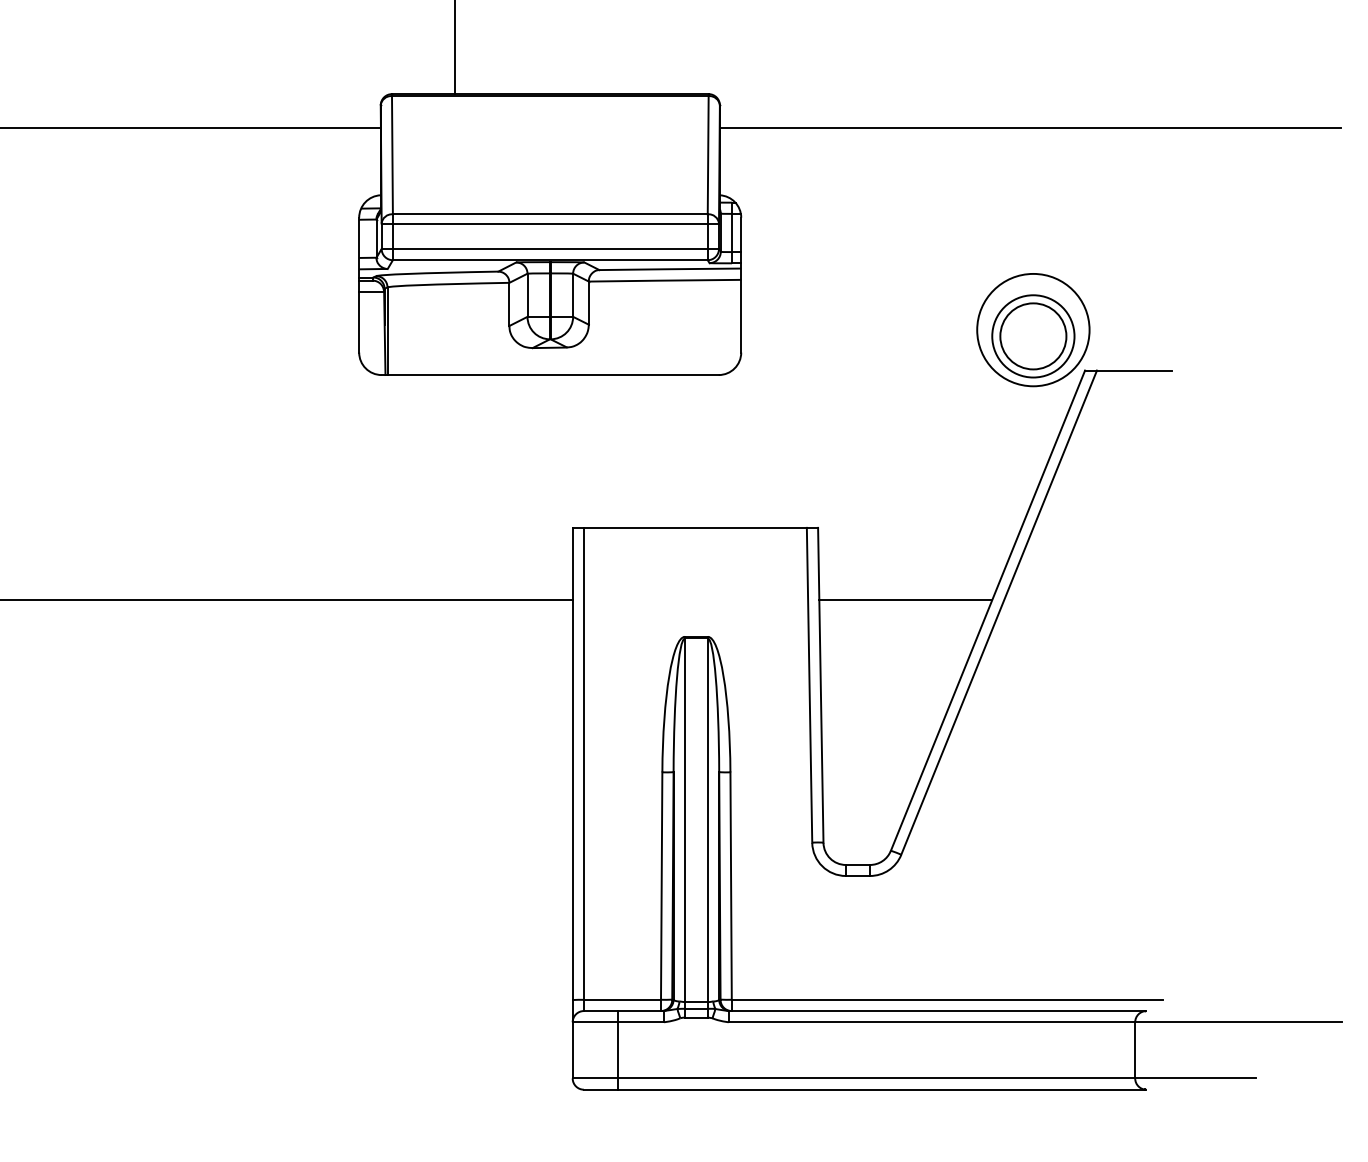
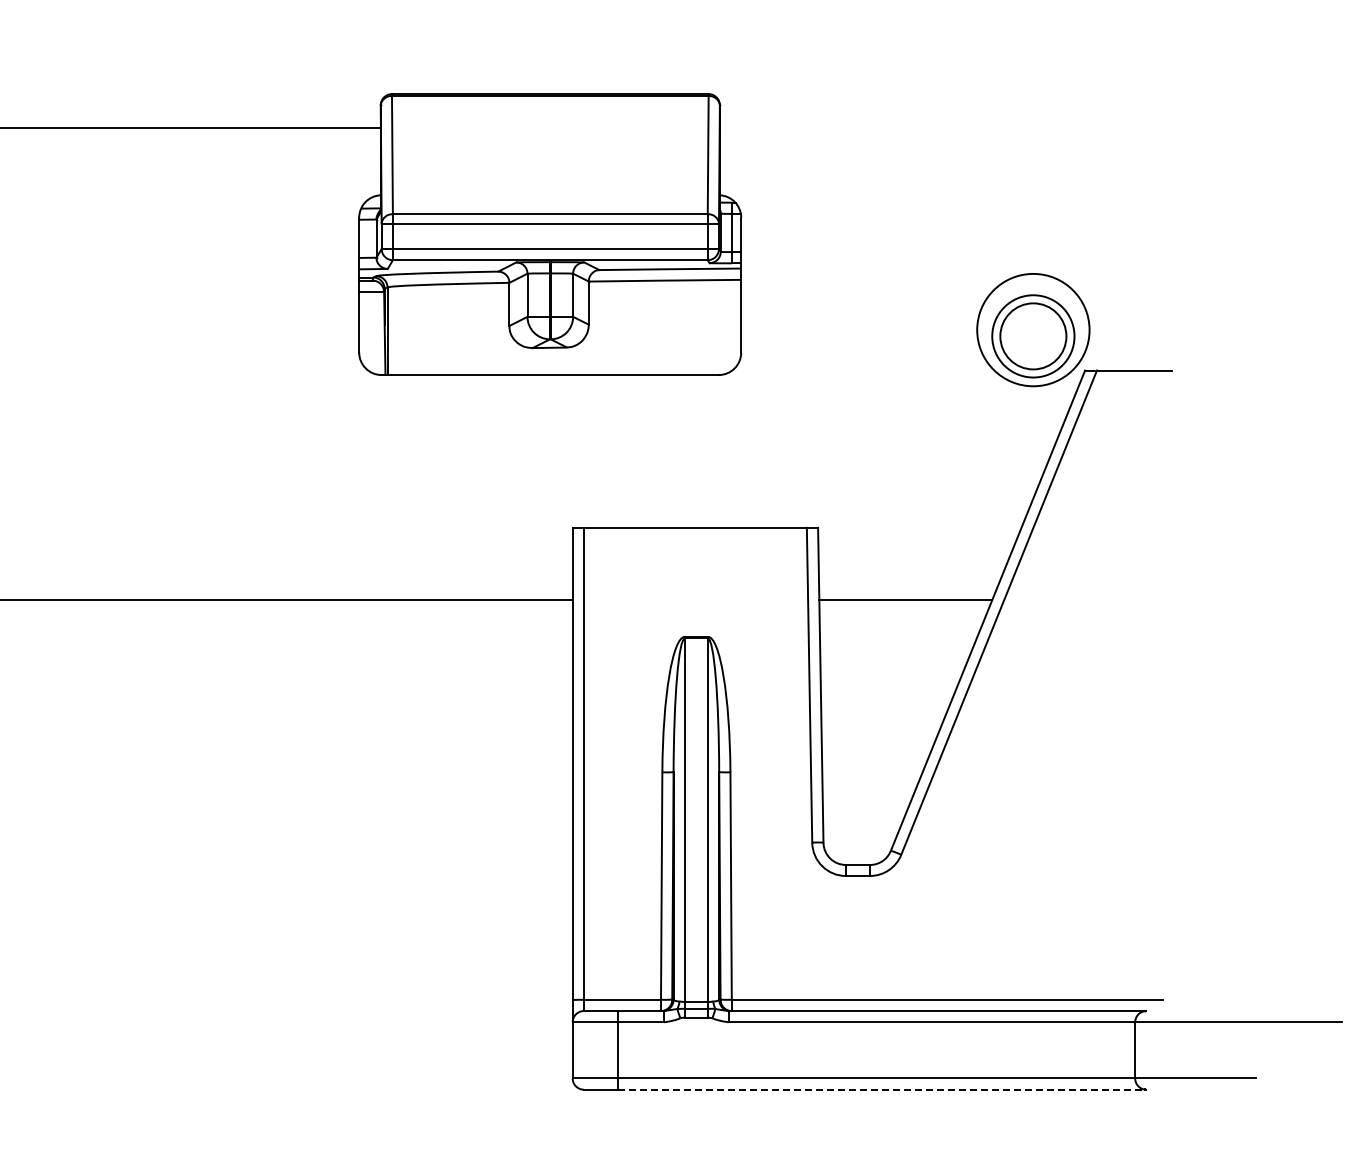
line at (454, 48): present -> none
line at (1030, 127): present -> none
line at (881, 1089): solid -> dashed
